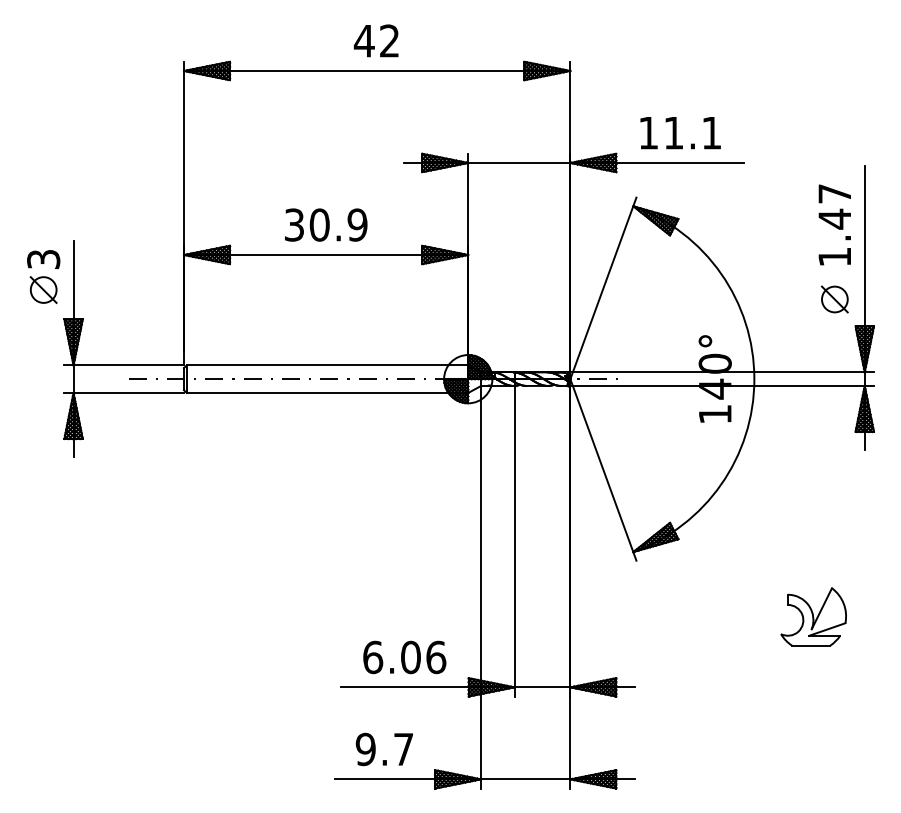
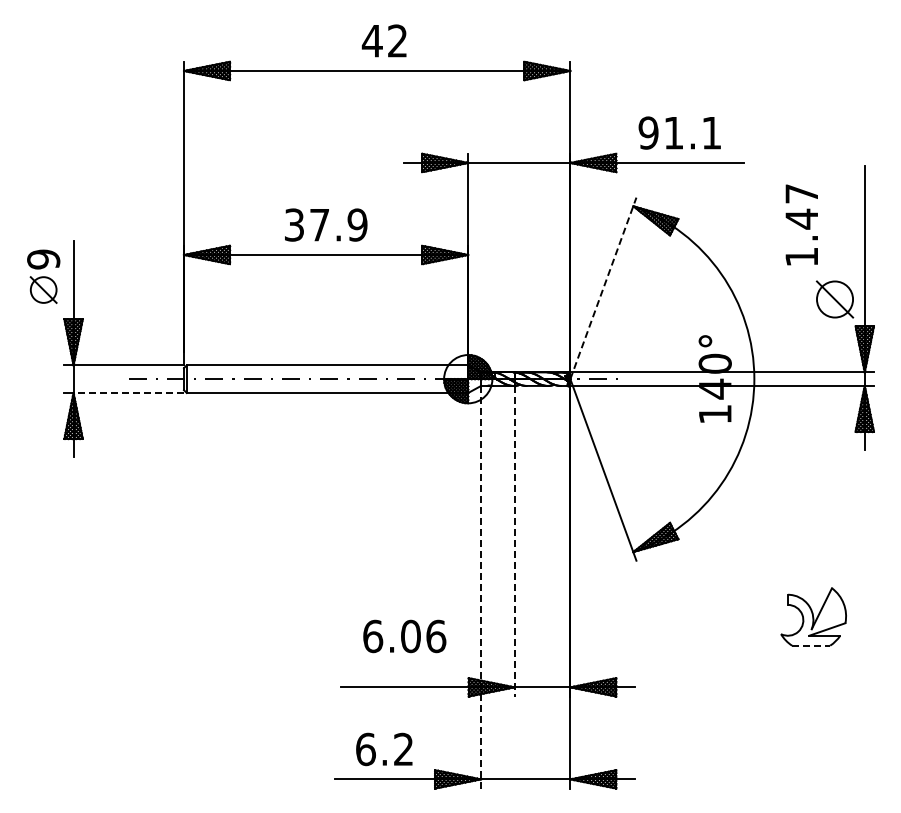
text at (375, 40) position: (375, 40) -> (383, 40)
text at (648, 132): 11.1 -> 91.1
text at (319, 224): 30.9 -> 37.9
text at (834, 224) position: (834, 224) -> (801, 224)
text at (43, 259): 3 -> 9
line at (603, 288): solid -> dashed
part at (834, 299) size: 29x29 px -> 40x39 px
line at (128, 392): solid -> dashed
line at (514, 541): solid -> dashed
line at (481, 587): solid -> dashed
line at (811, 645): solid -> dashed
text at (404, 657) position: (404, 657) -> (404, 636)
text at (383, 749): 9.7 -> 6.2
